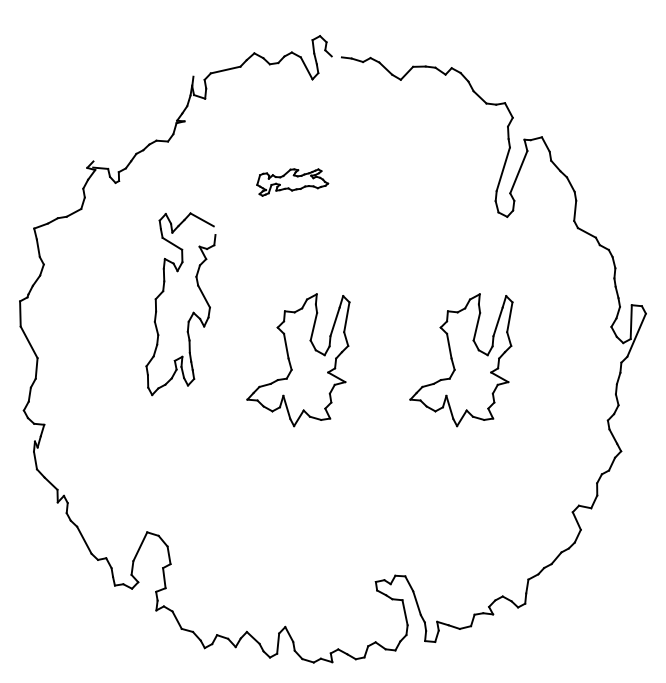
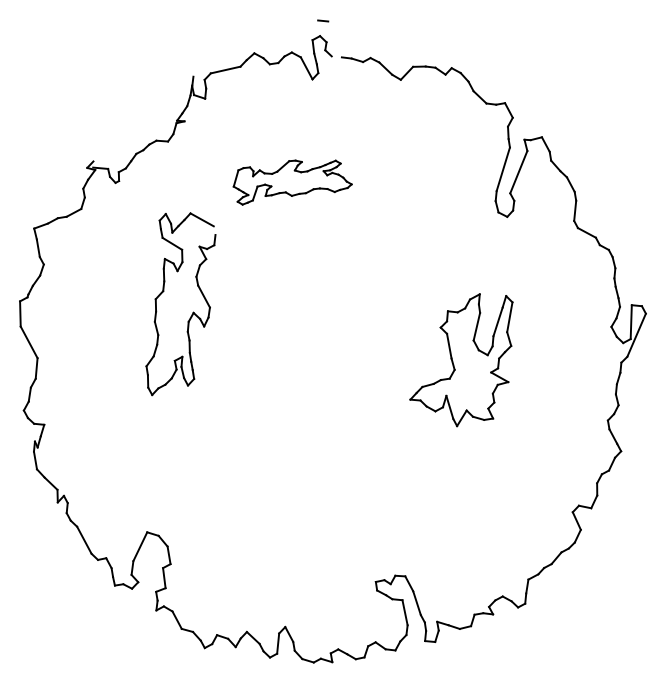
line at (323, 20): none -> present
part at (292, 182) size: 74x29 px -> 121x47 px
part at (298, 360): present -> none
